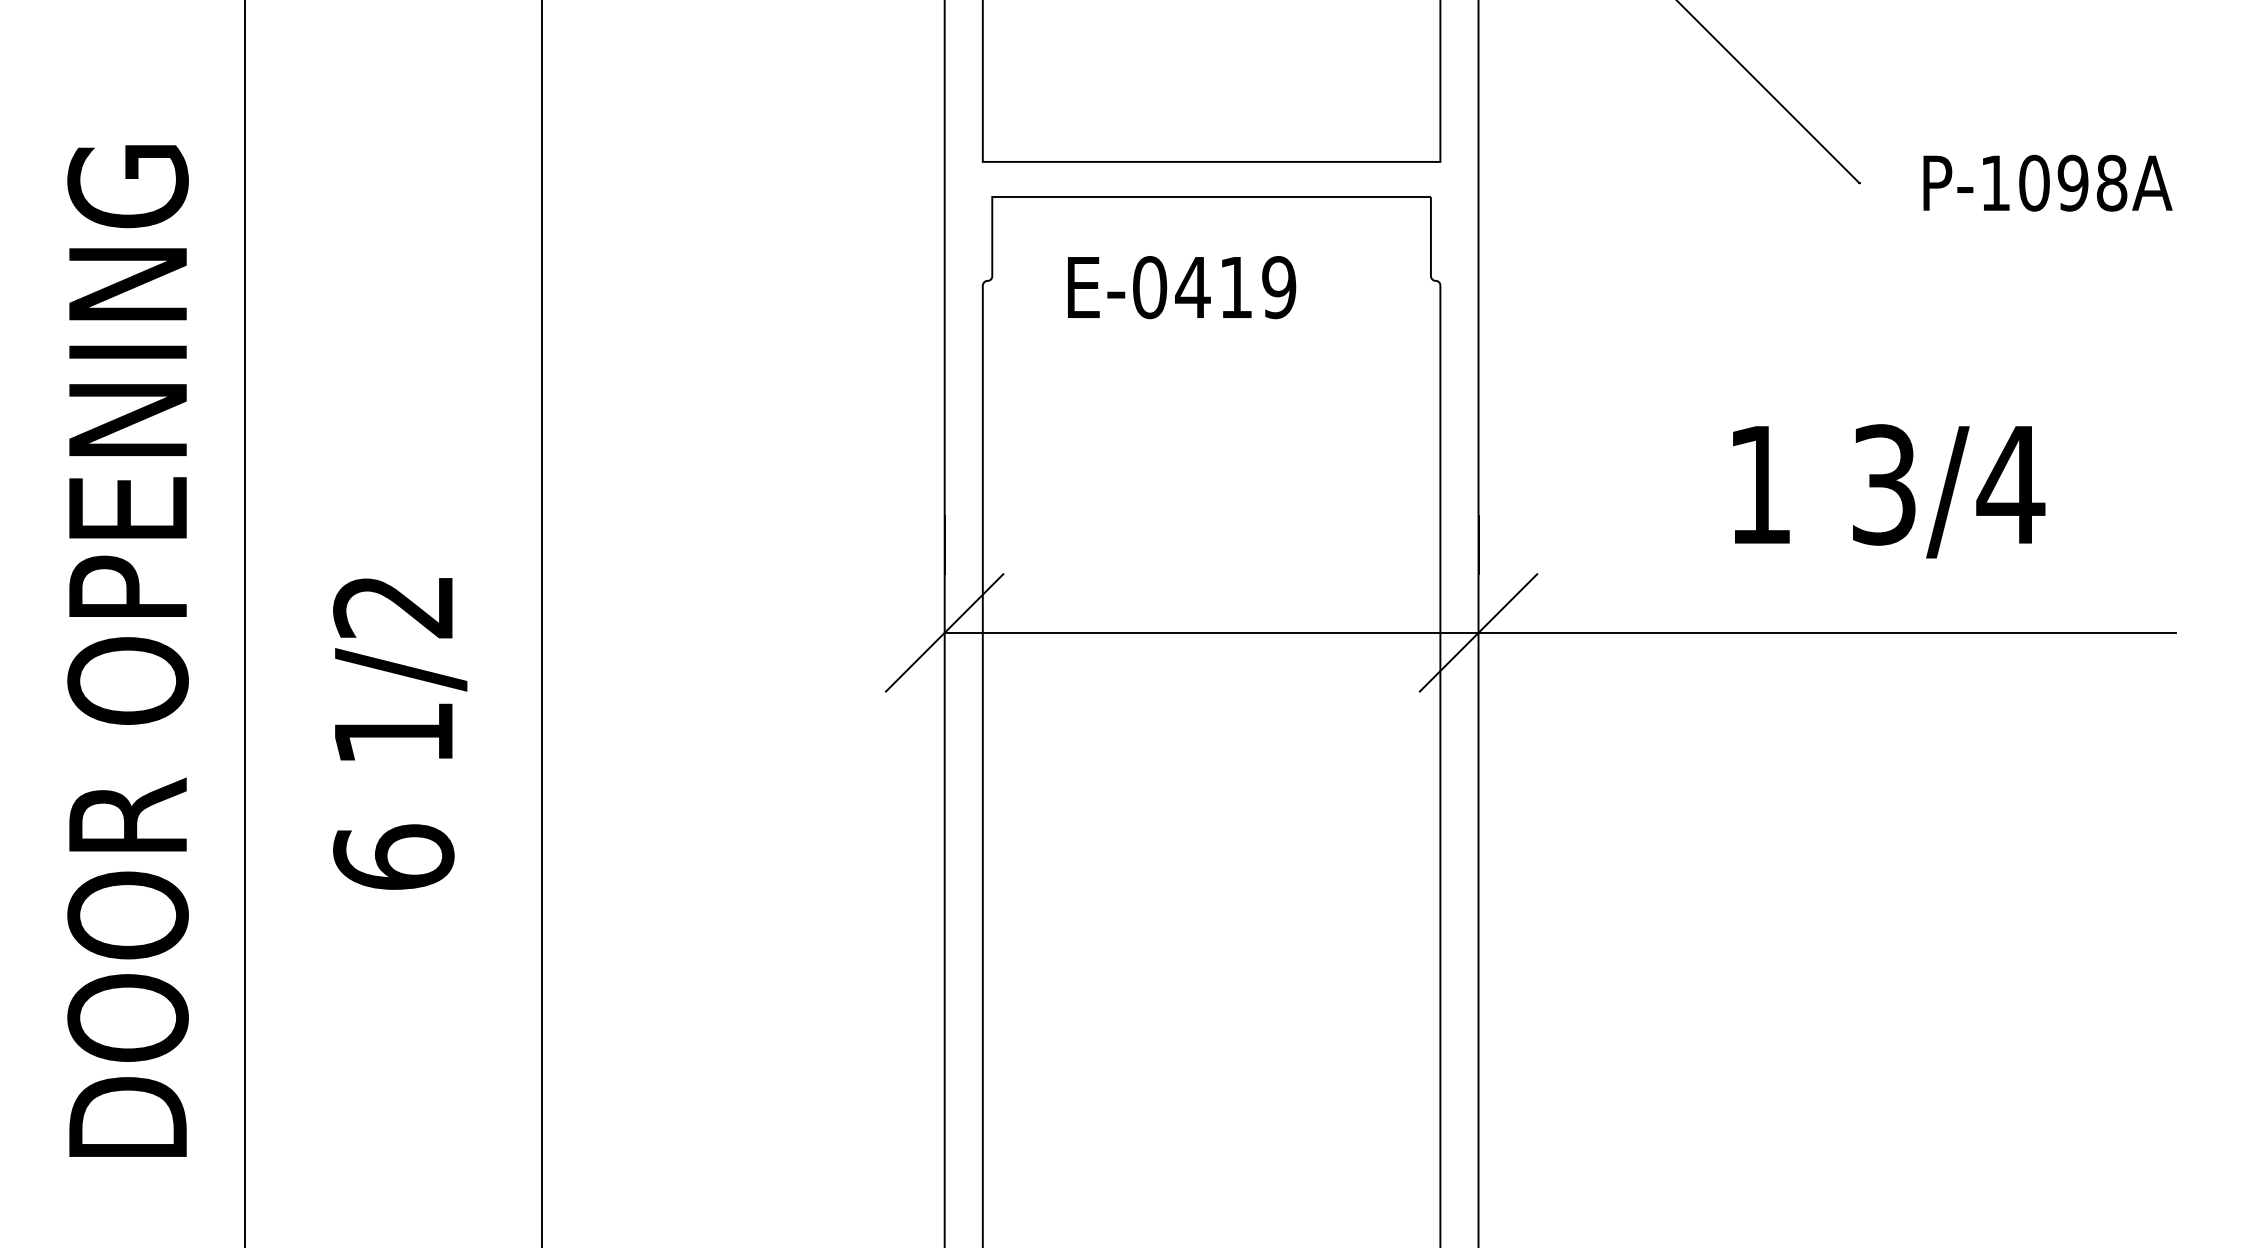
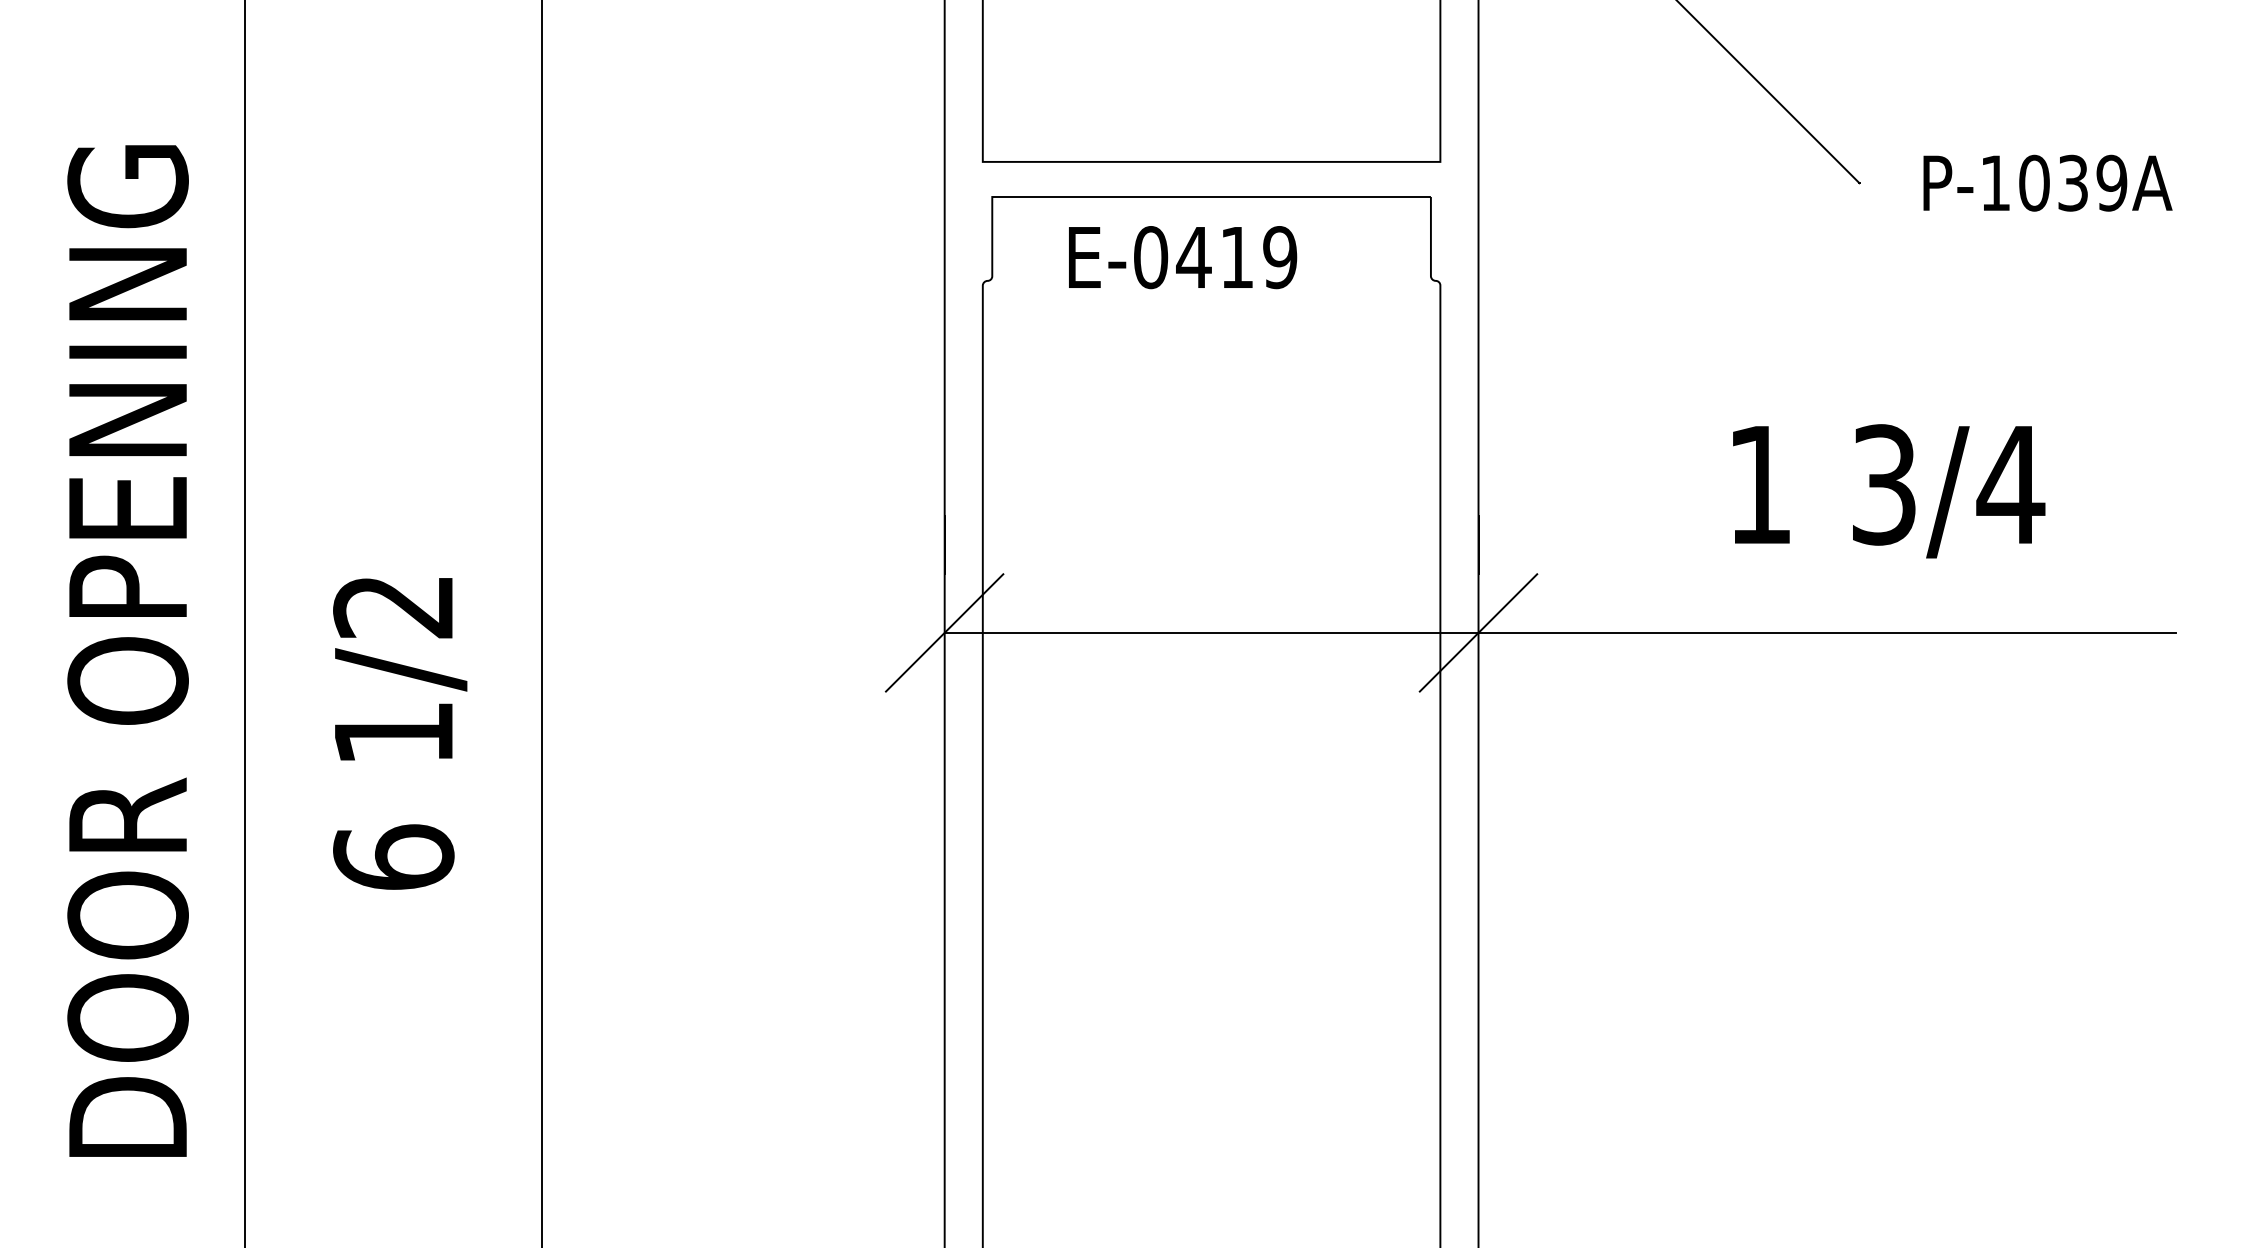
text at (2092, 182): P-1098A -> P-1039A
text at (1182, 287) position: (1182, 287) -> (1183, 257)
